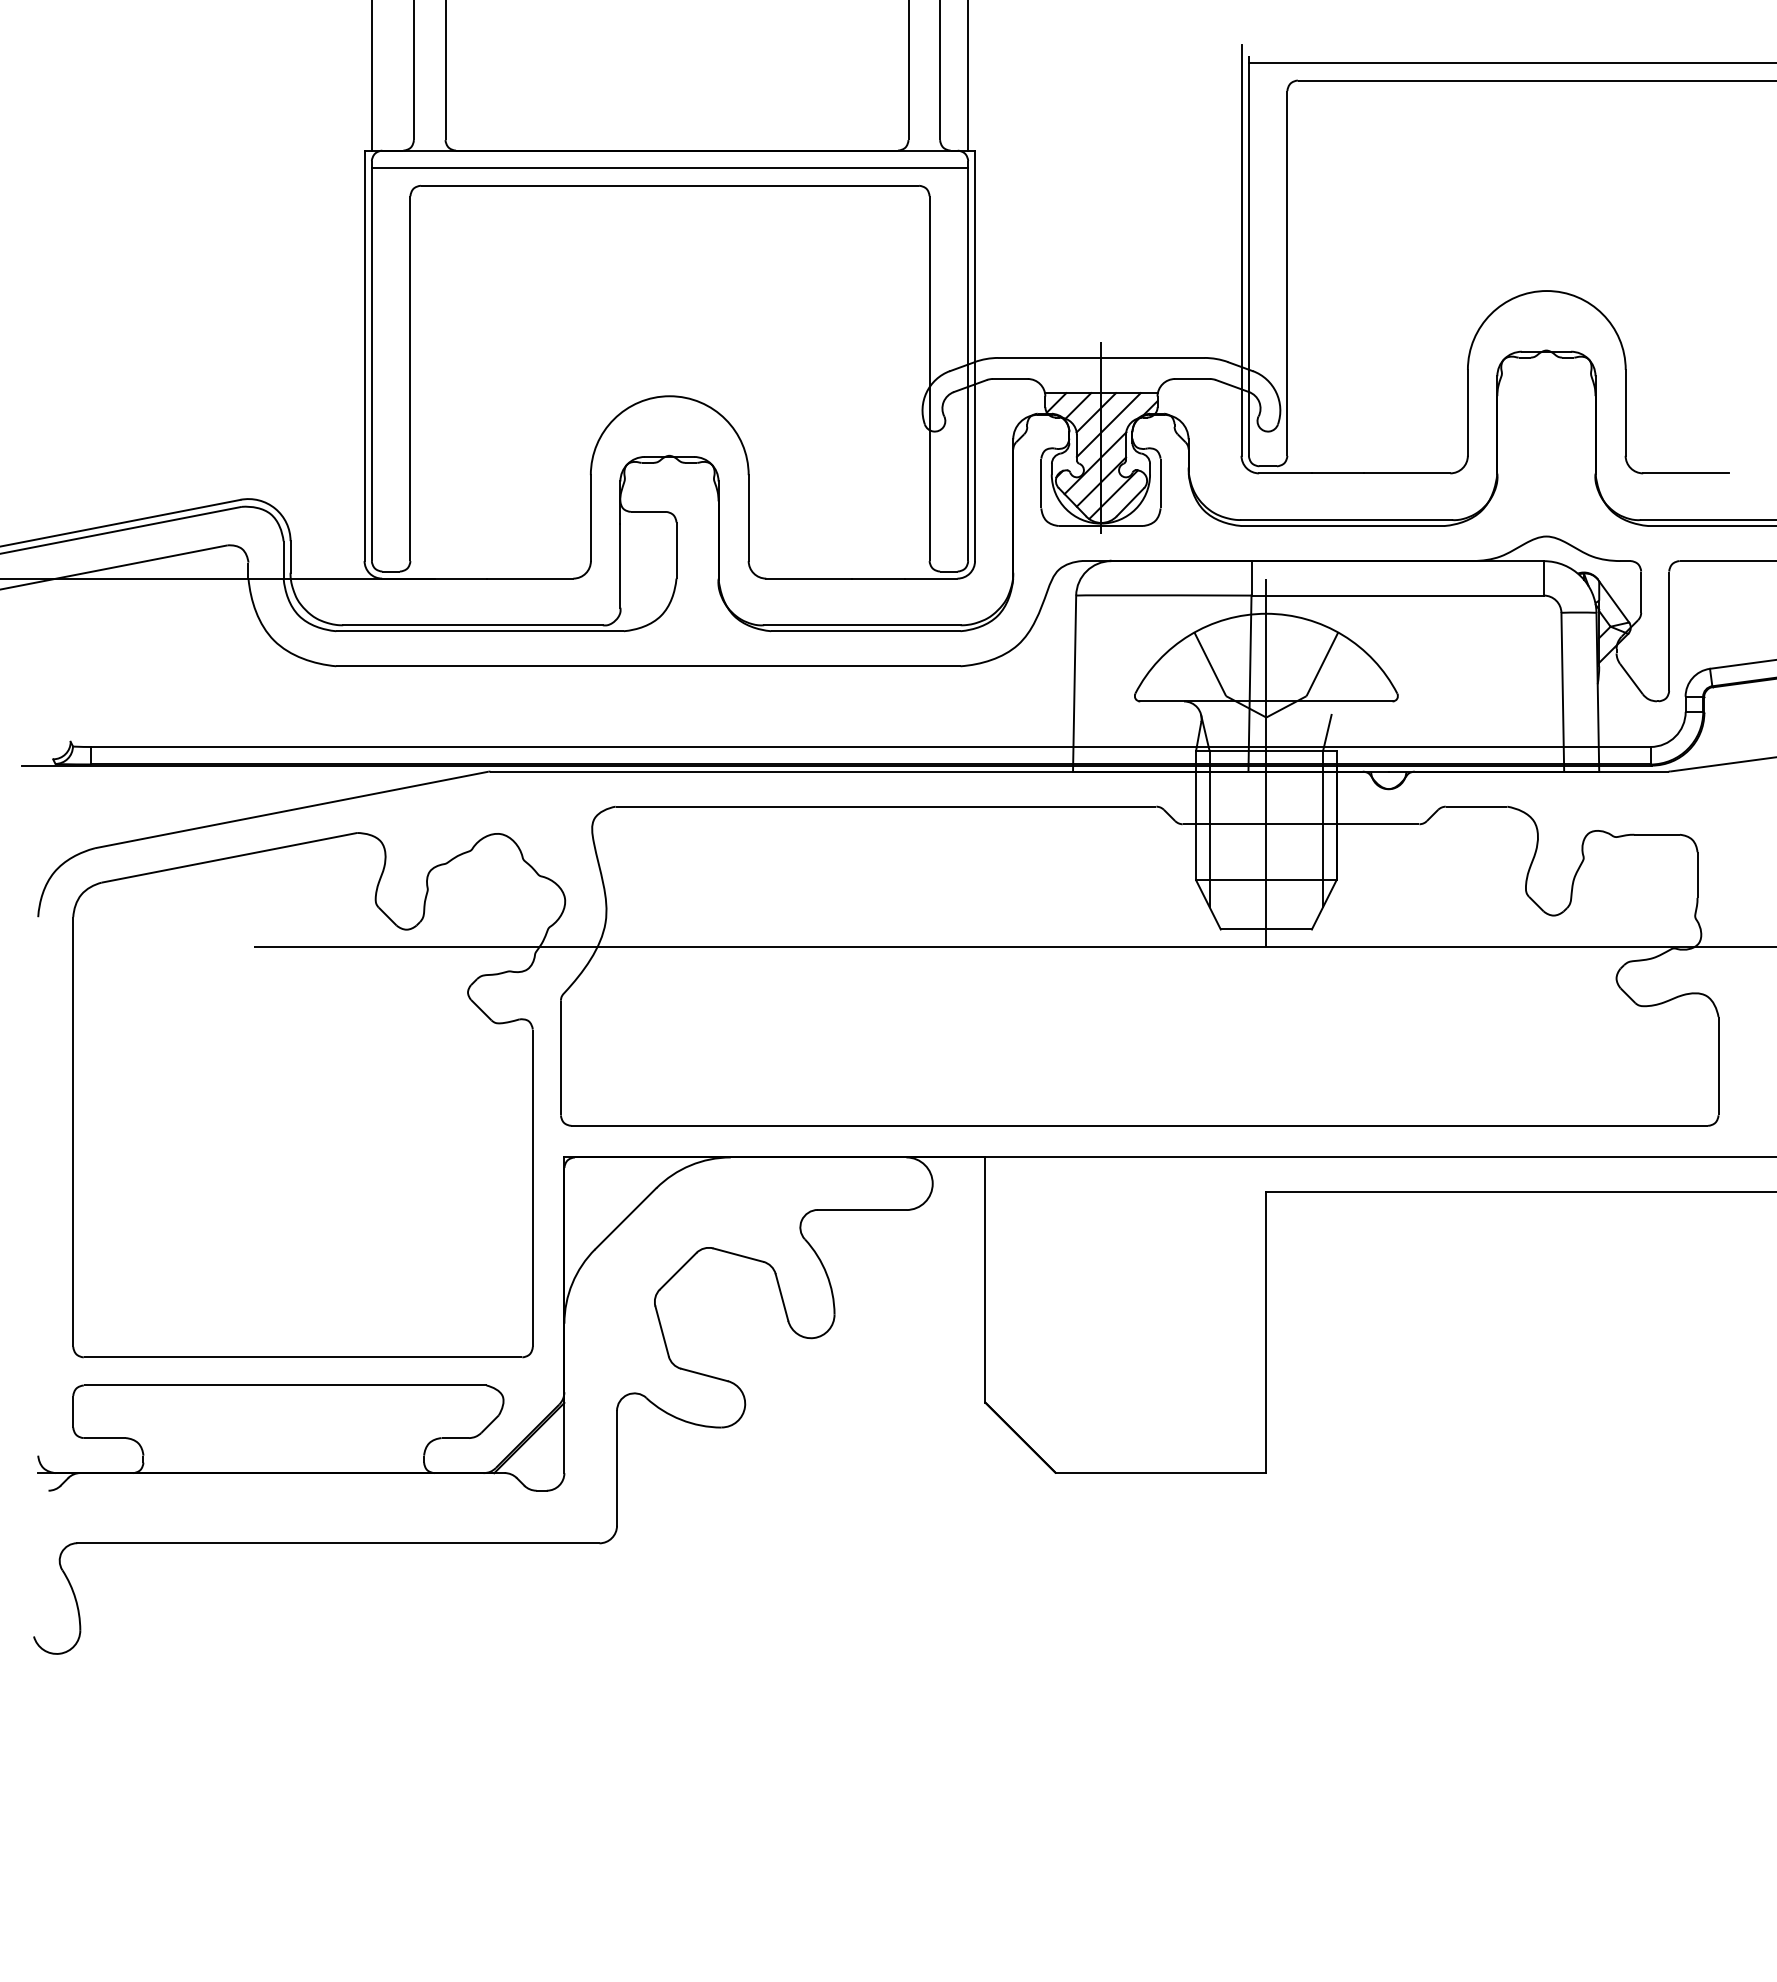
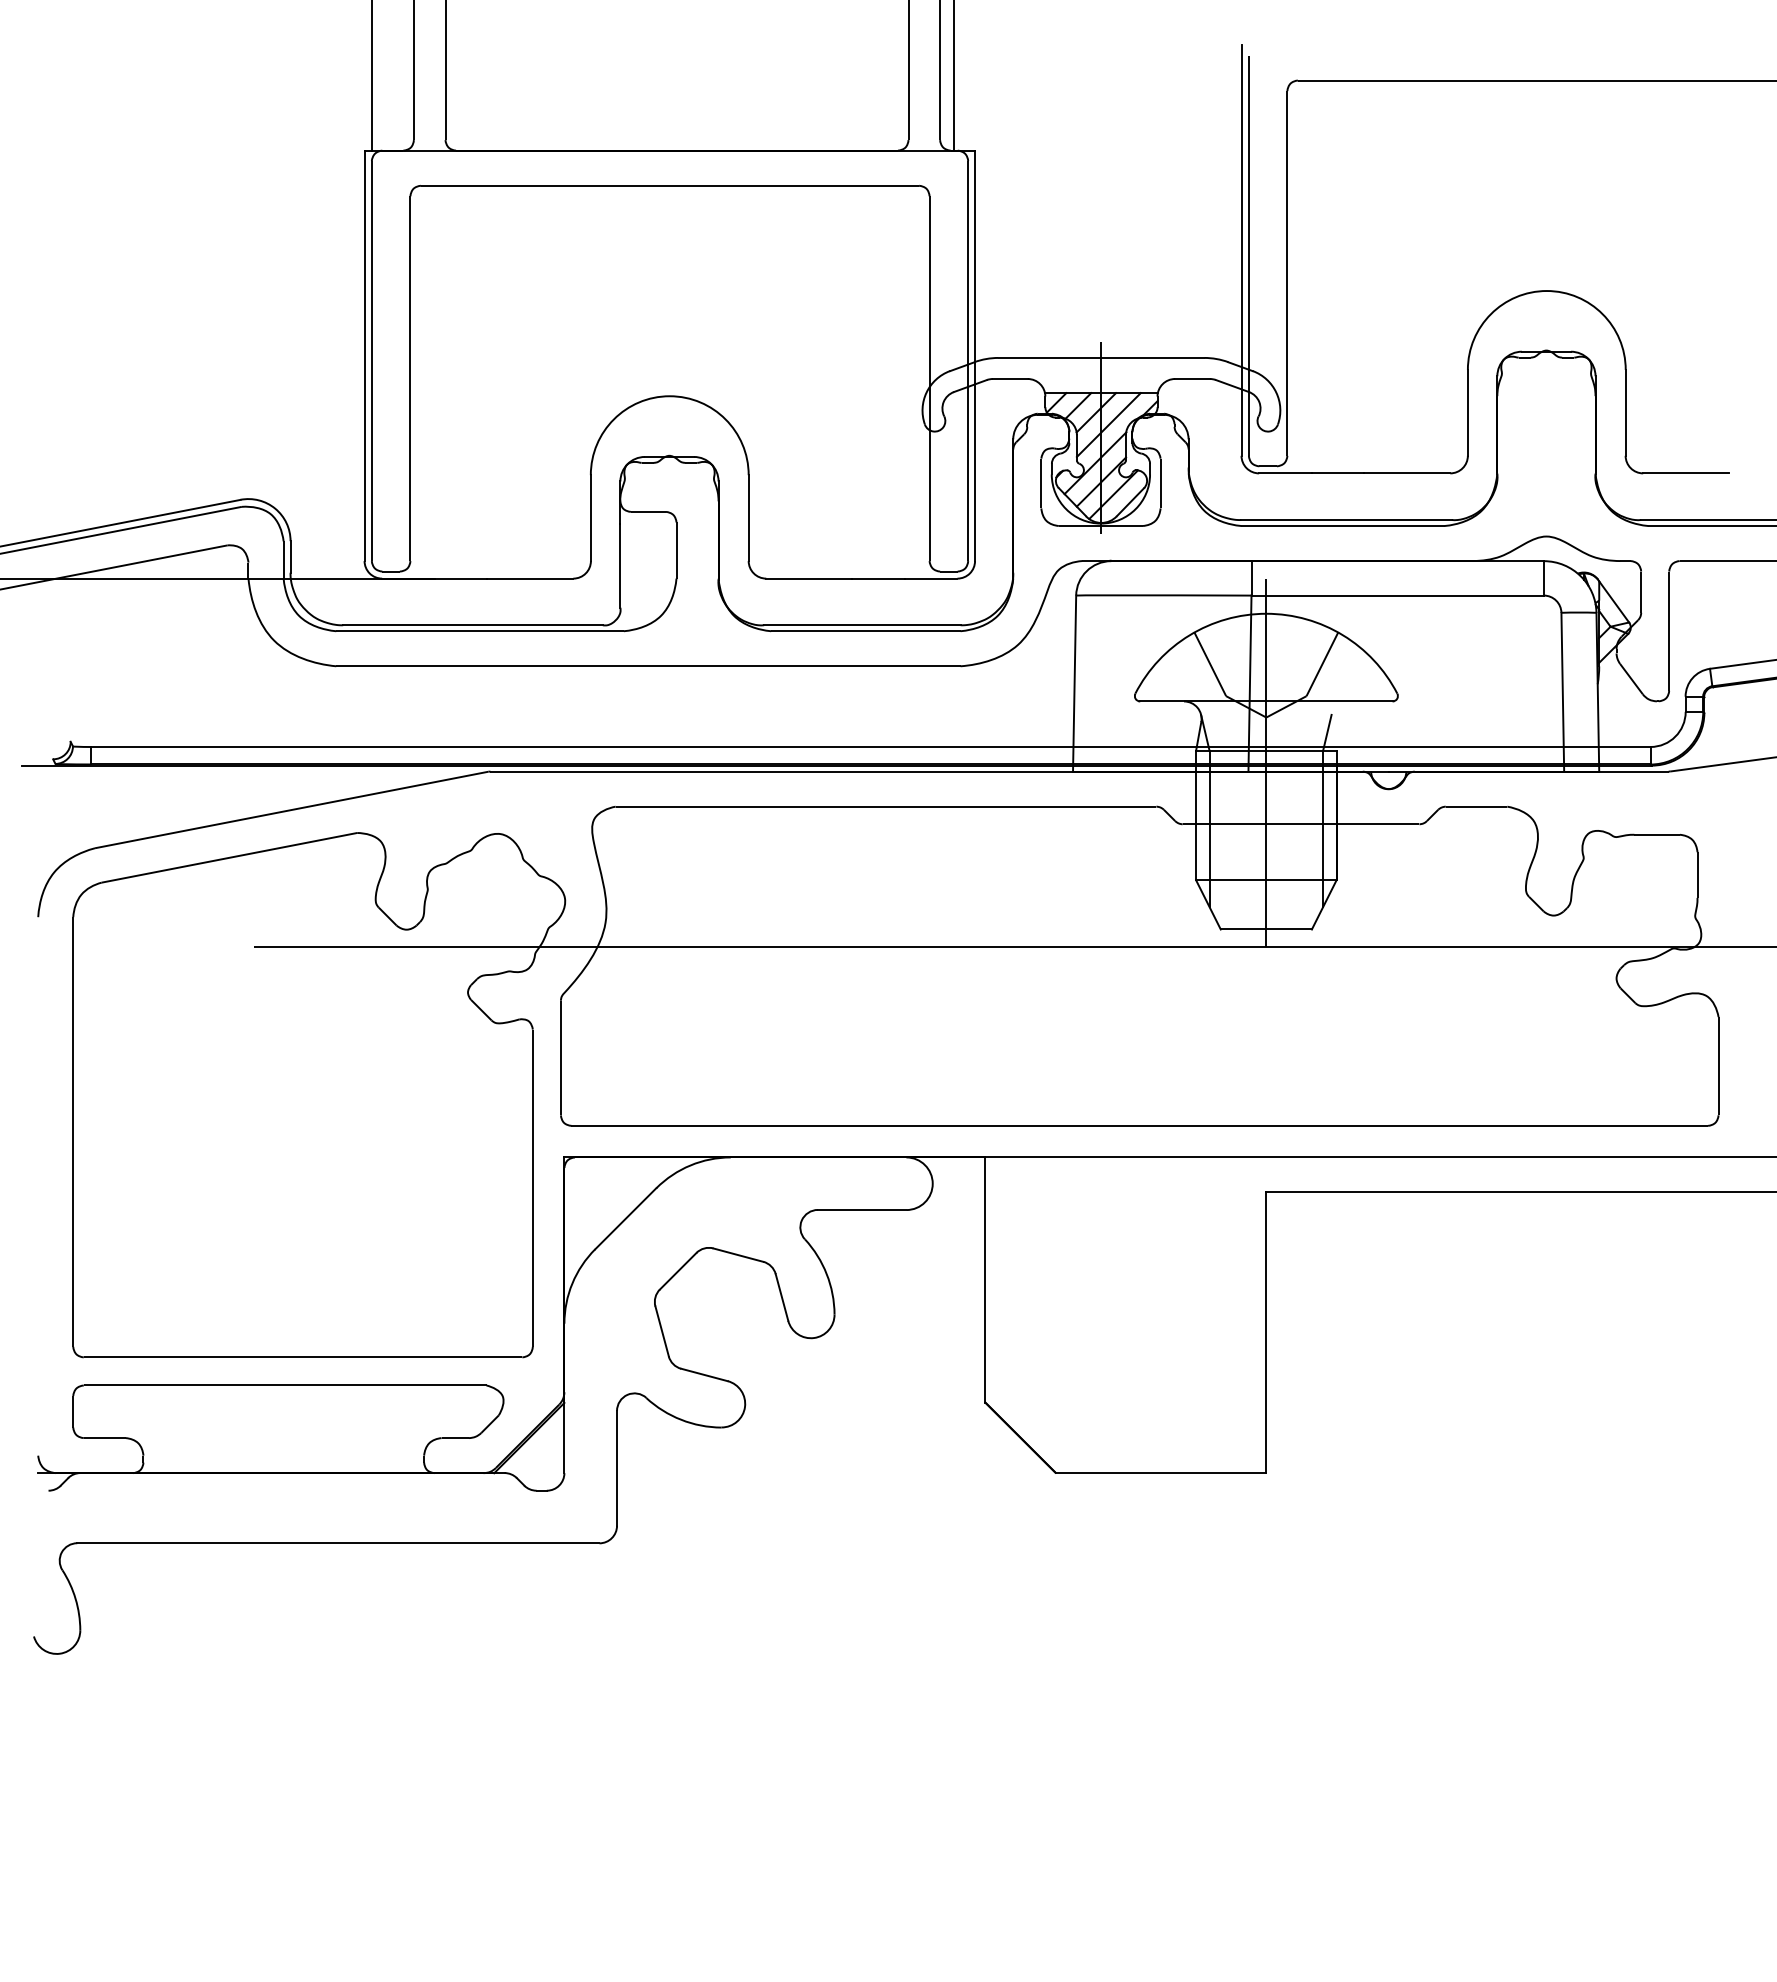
line at (1510, 62): present -> none
line at (968, 76) position: (968, 76) -> (954, 76)
line at (669, 168): present -> none
